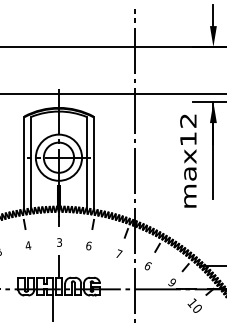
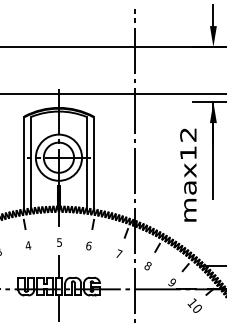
text at (188, 160) position: (188, 160) -> (188, 174)
text at (59, 241): 3 -> 5
text at (147, 264): 6 -> 8
line at (52, 308) position: (52, 308) -> (58, 308)
